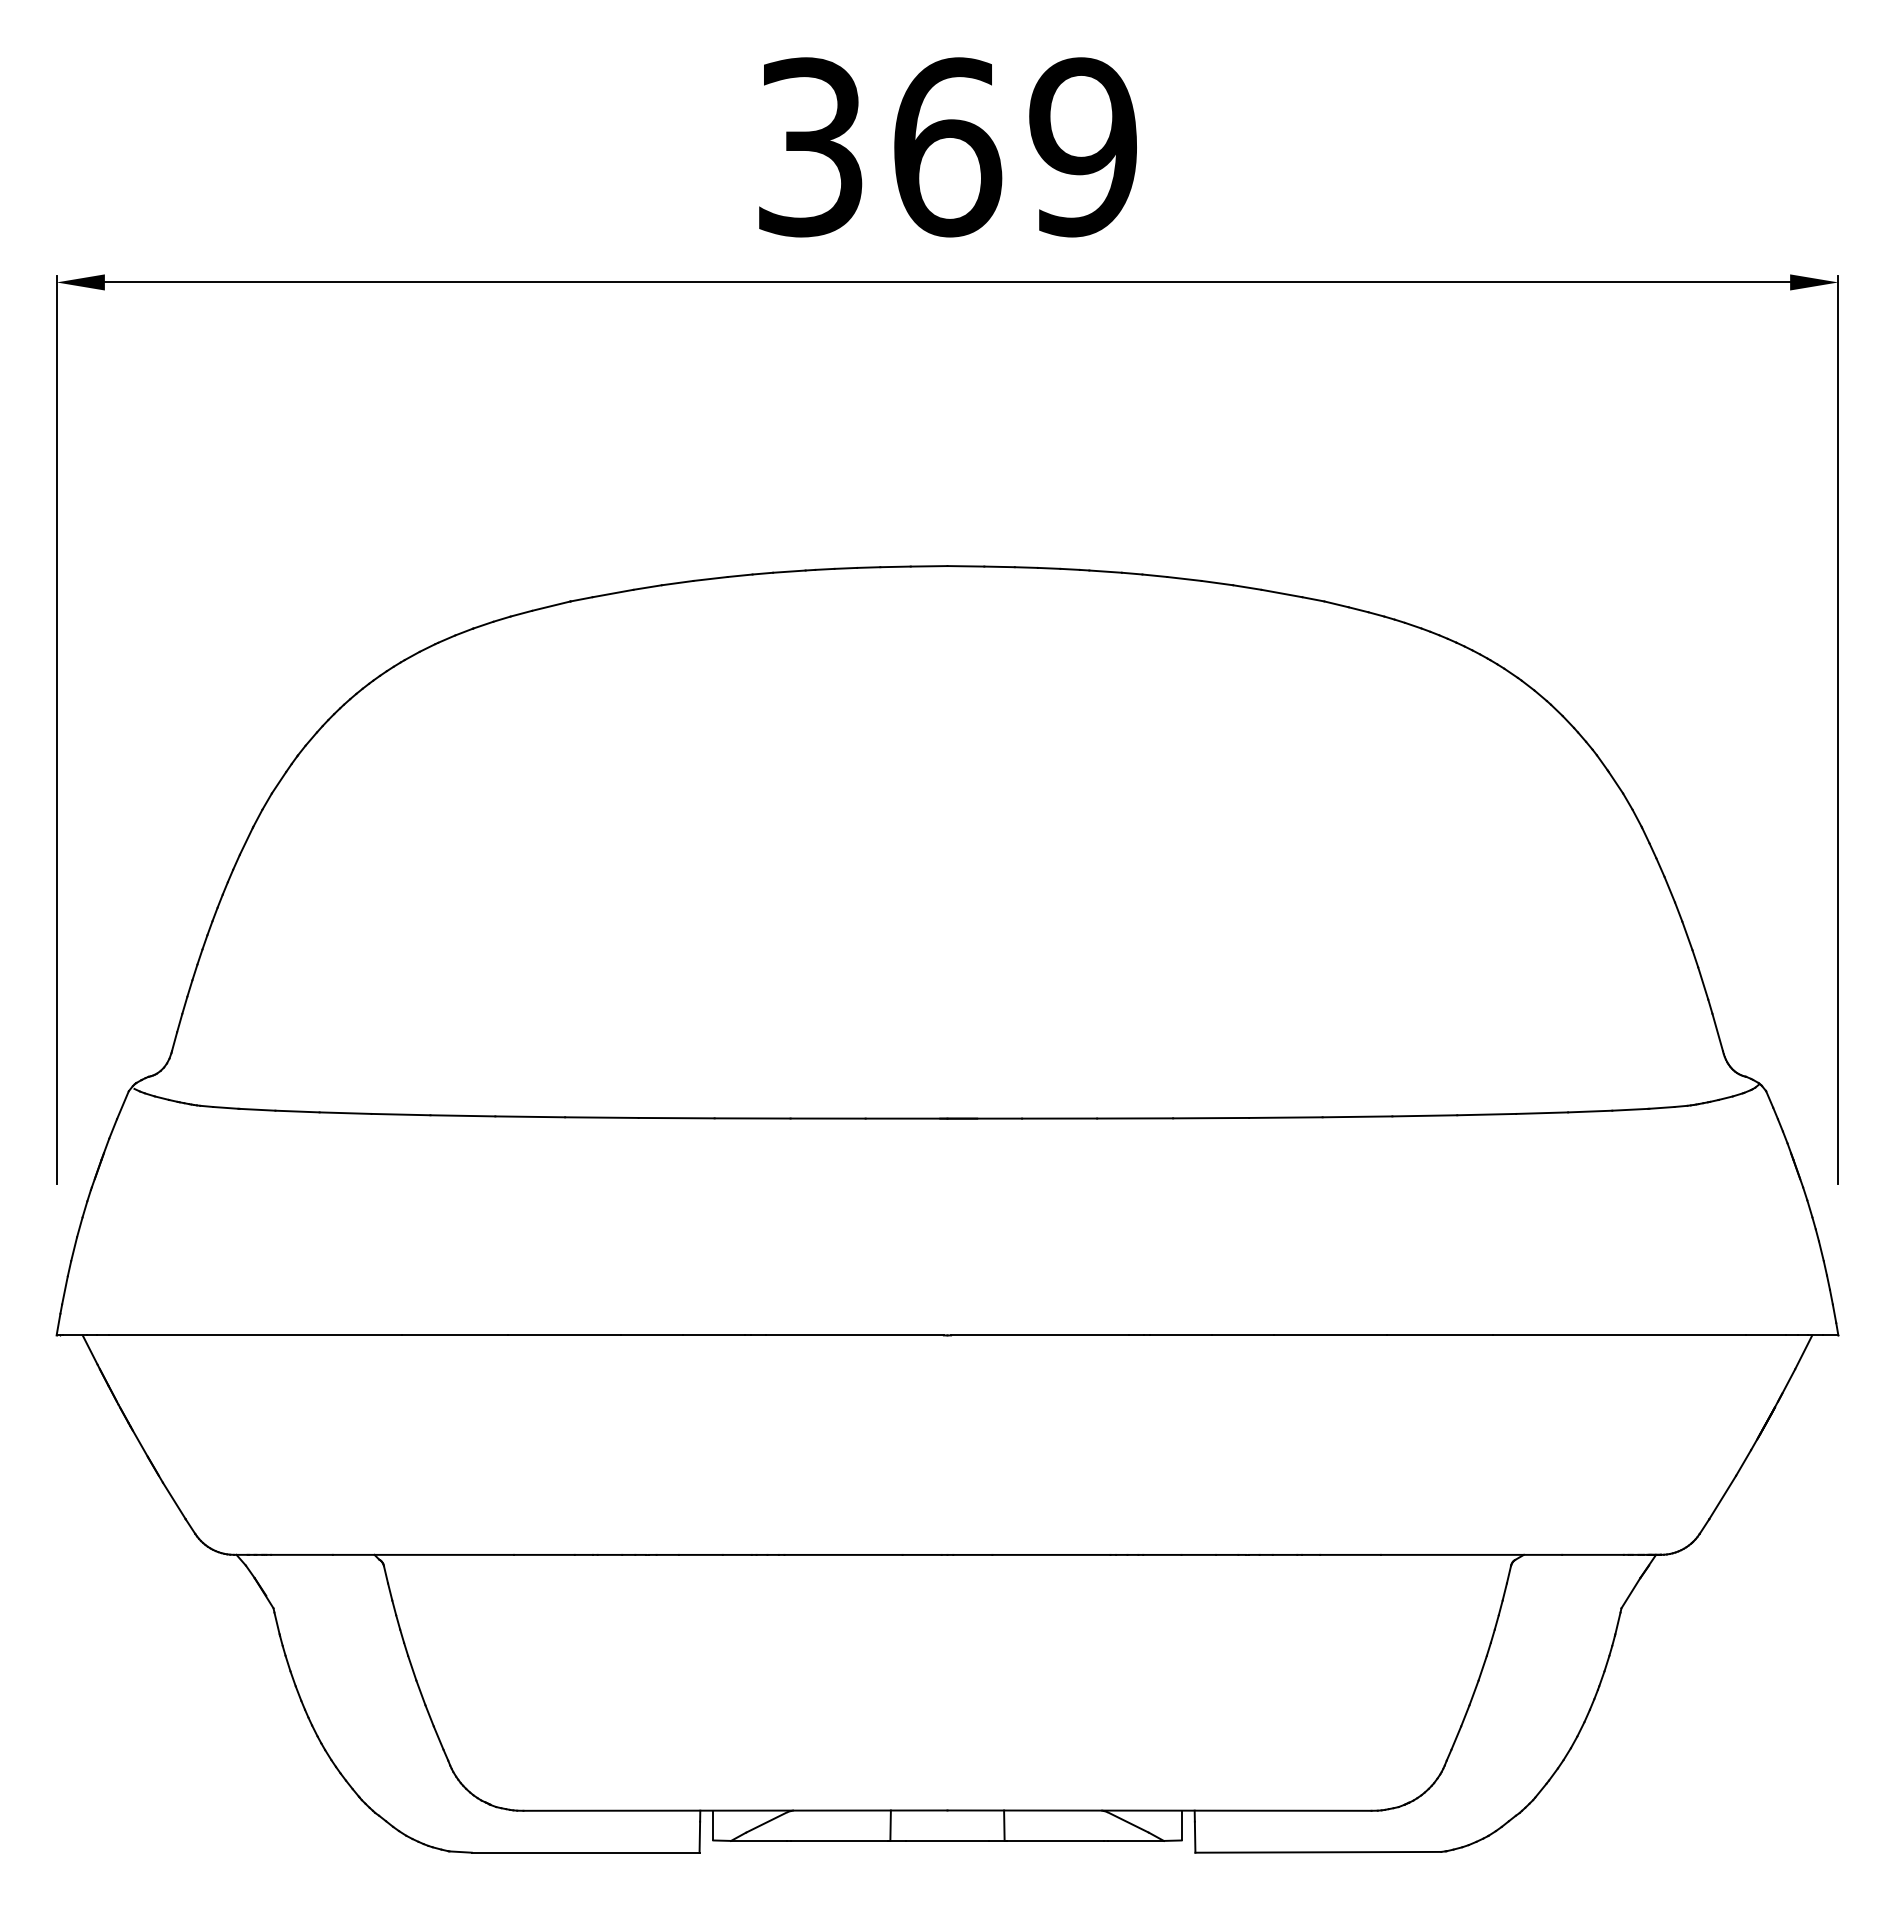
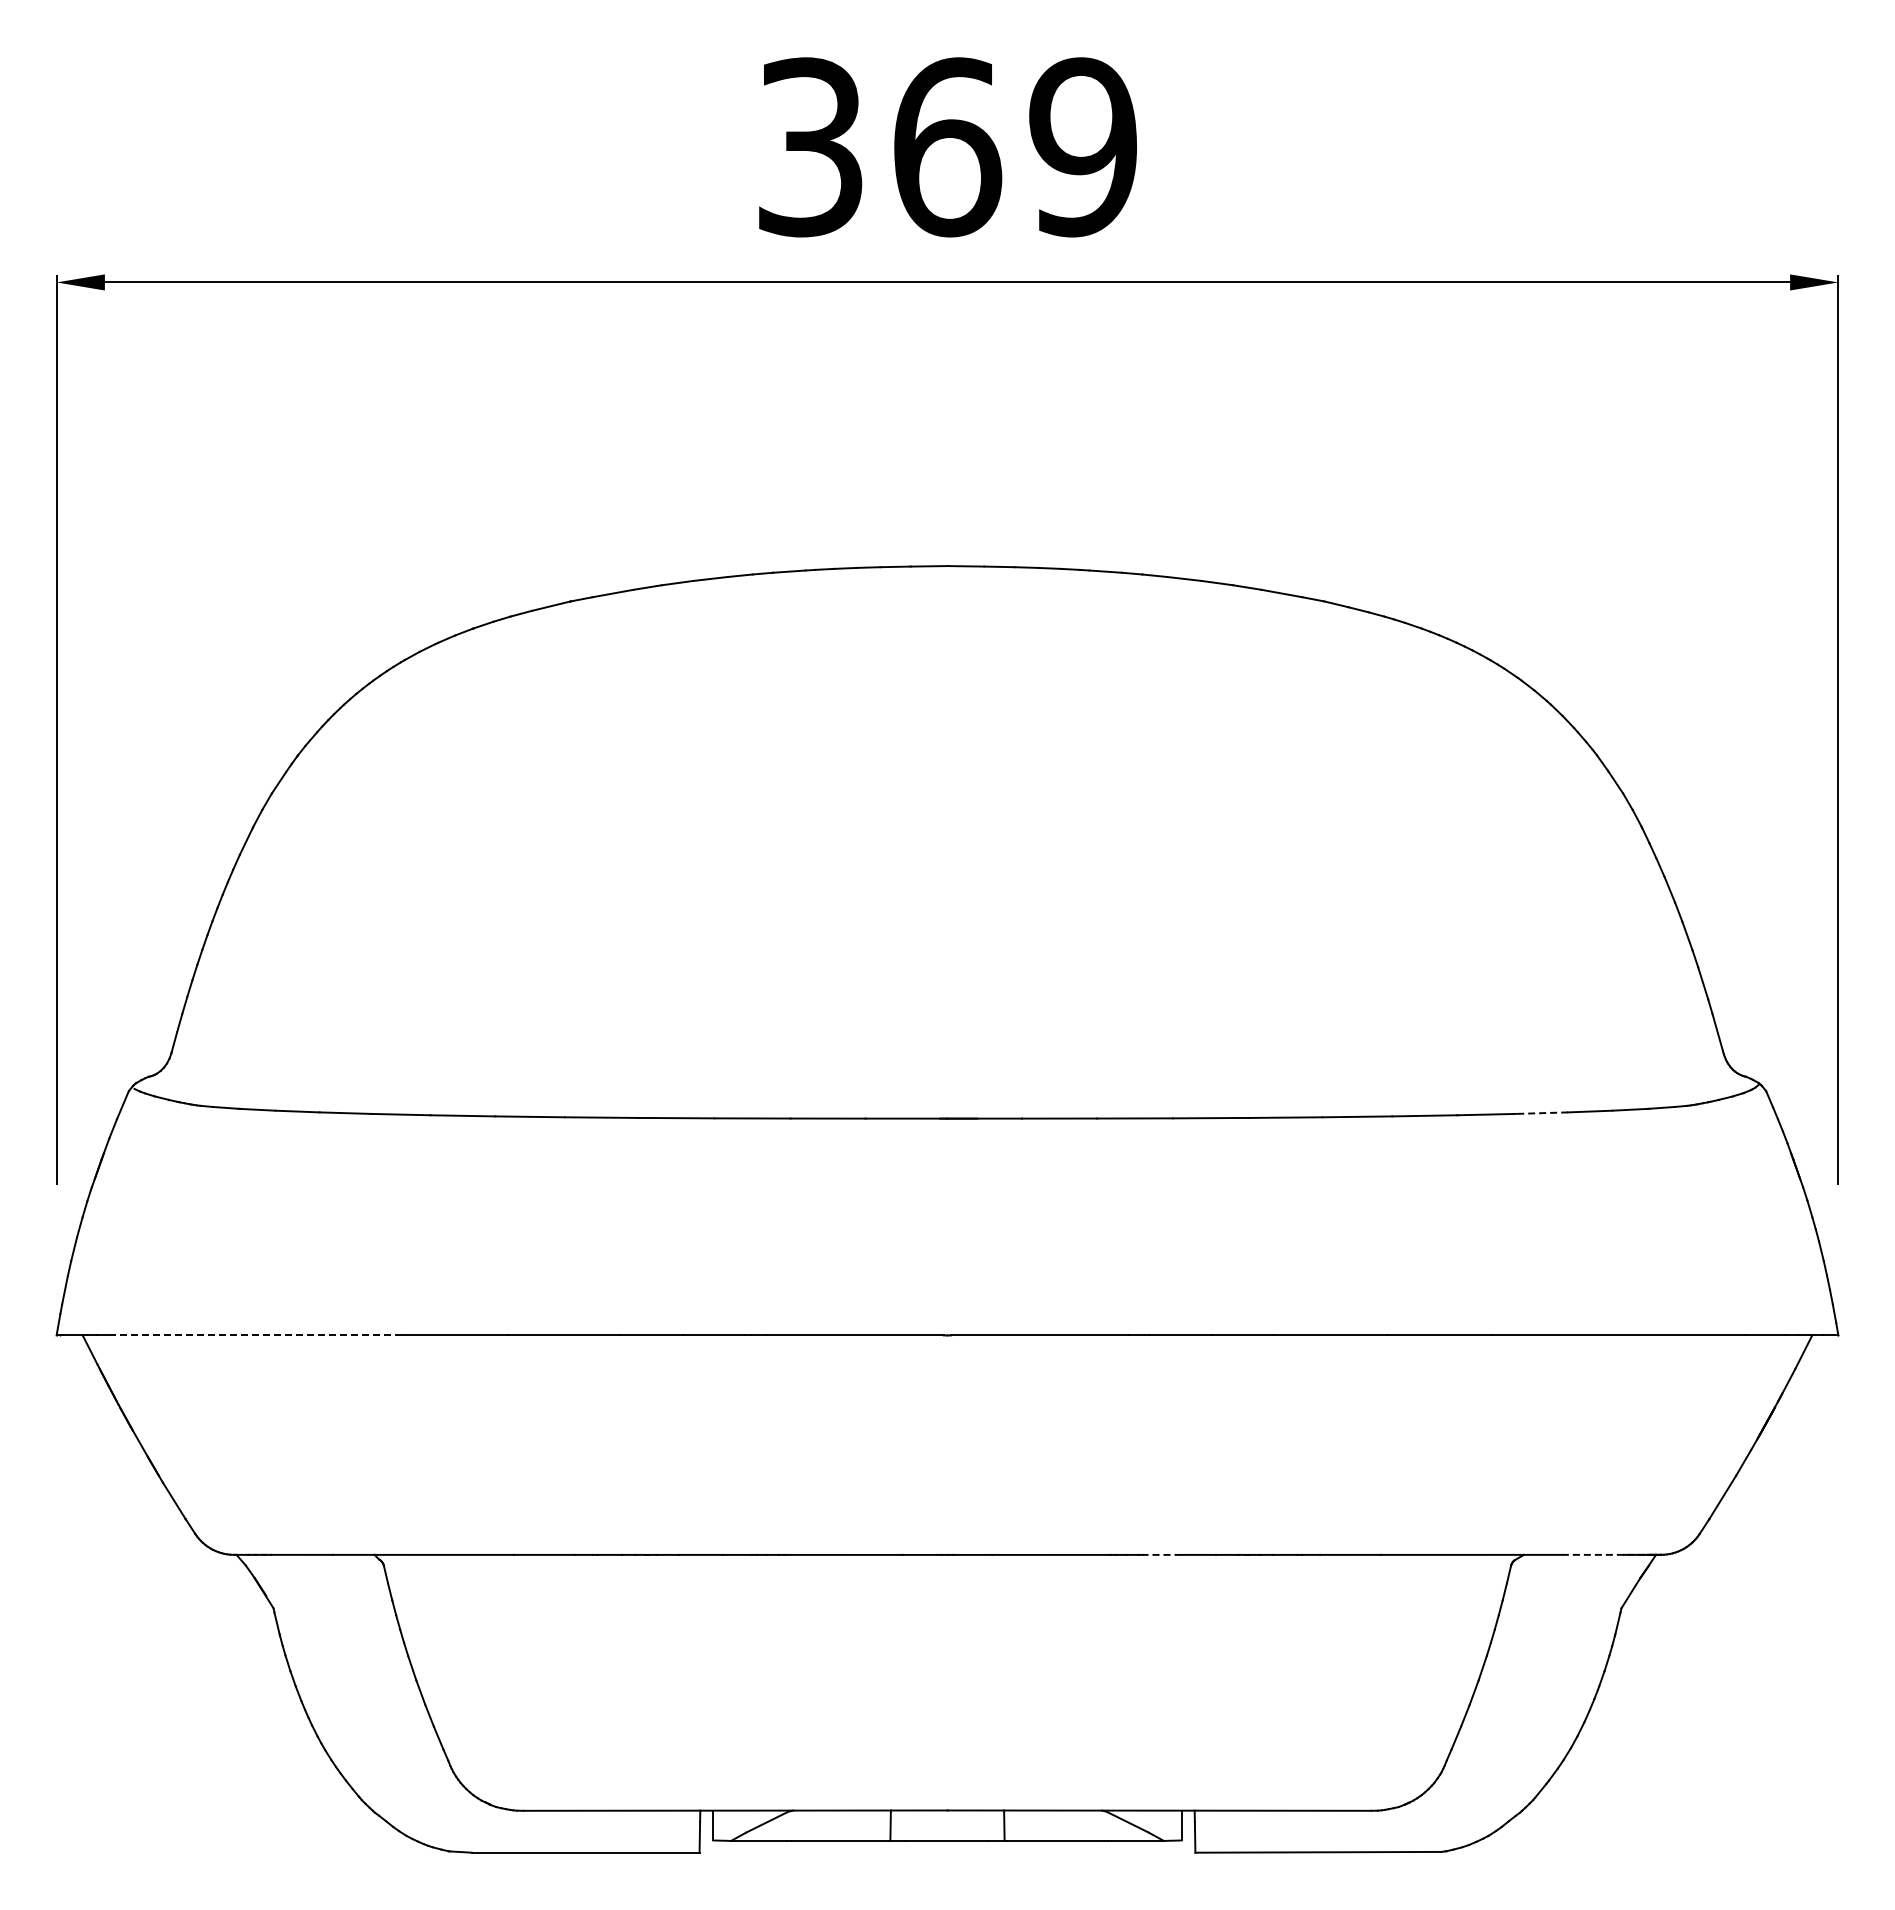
line at (1542, 1113): solid -> dashed
line at (255, 1335): solid -> dashed
line at (1161, 1554): solid -> dashed
line at (1593, 1554): solid -> dashed
